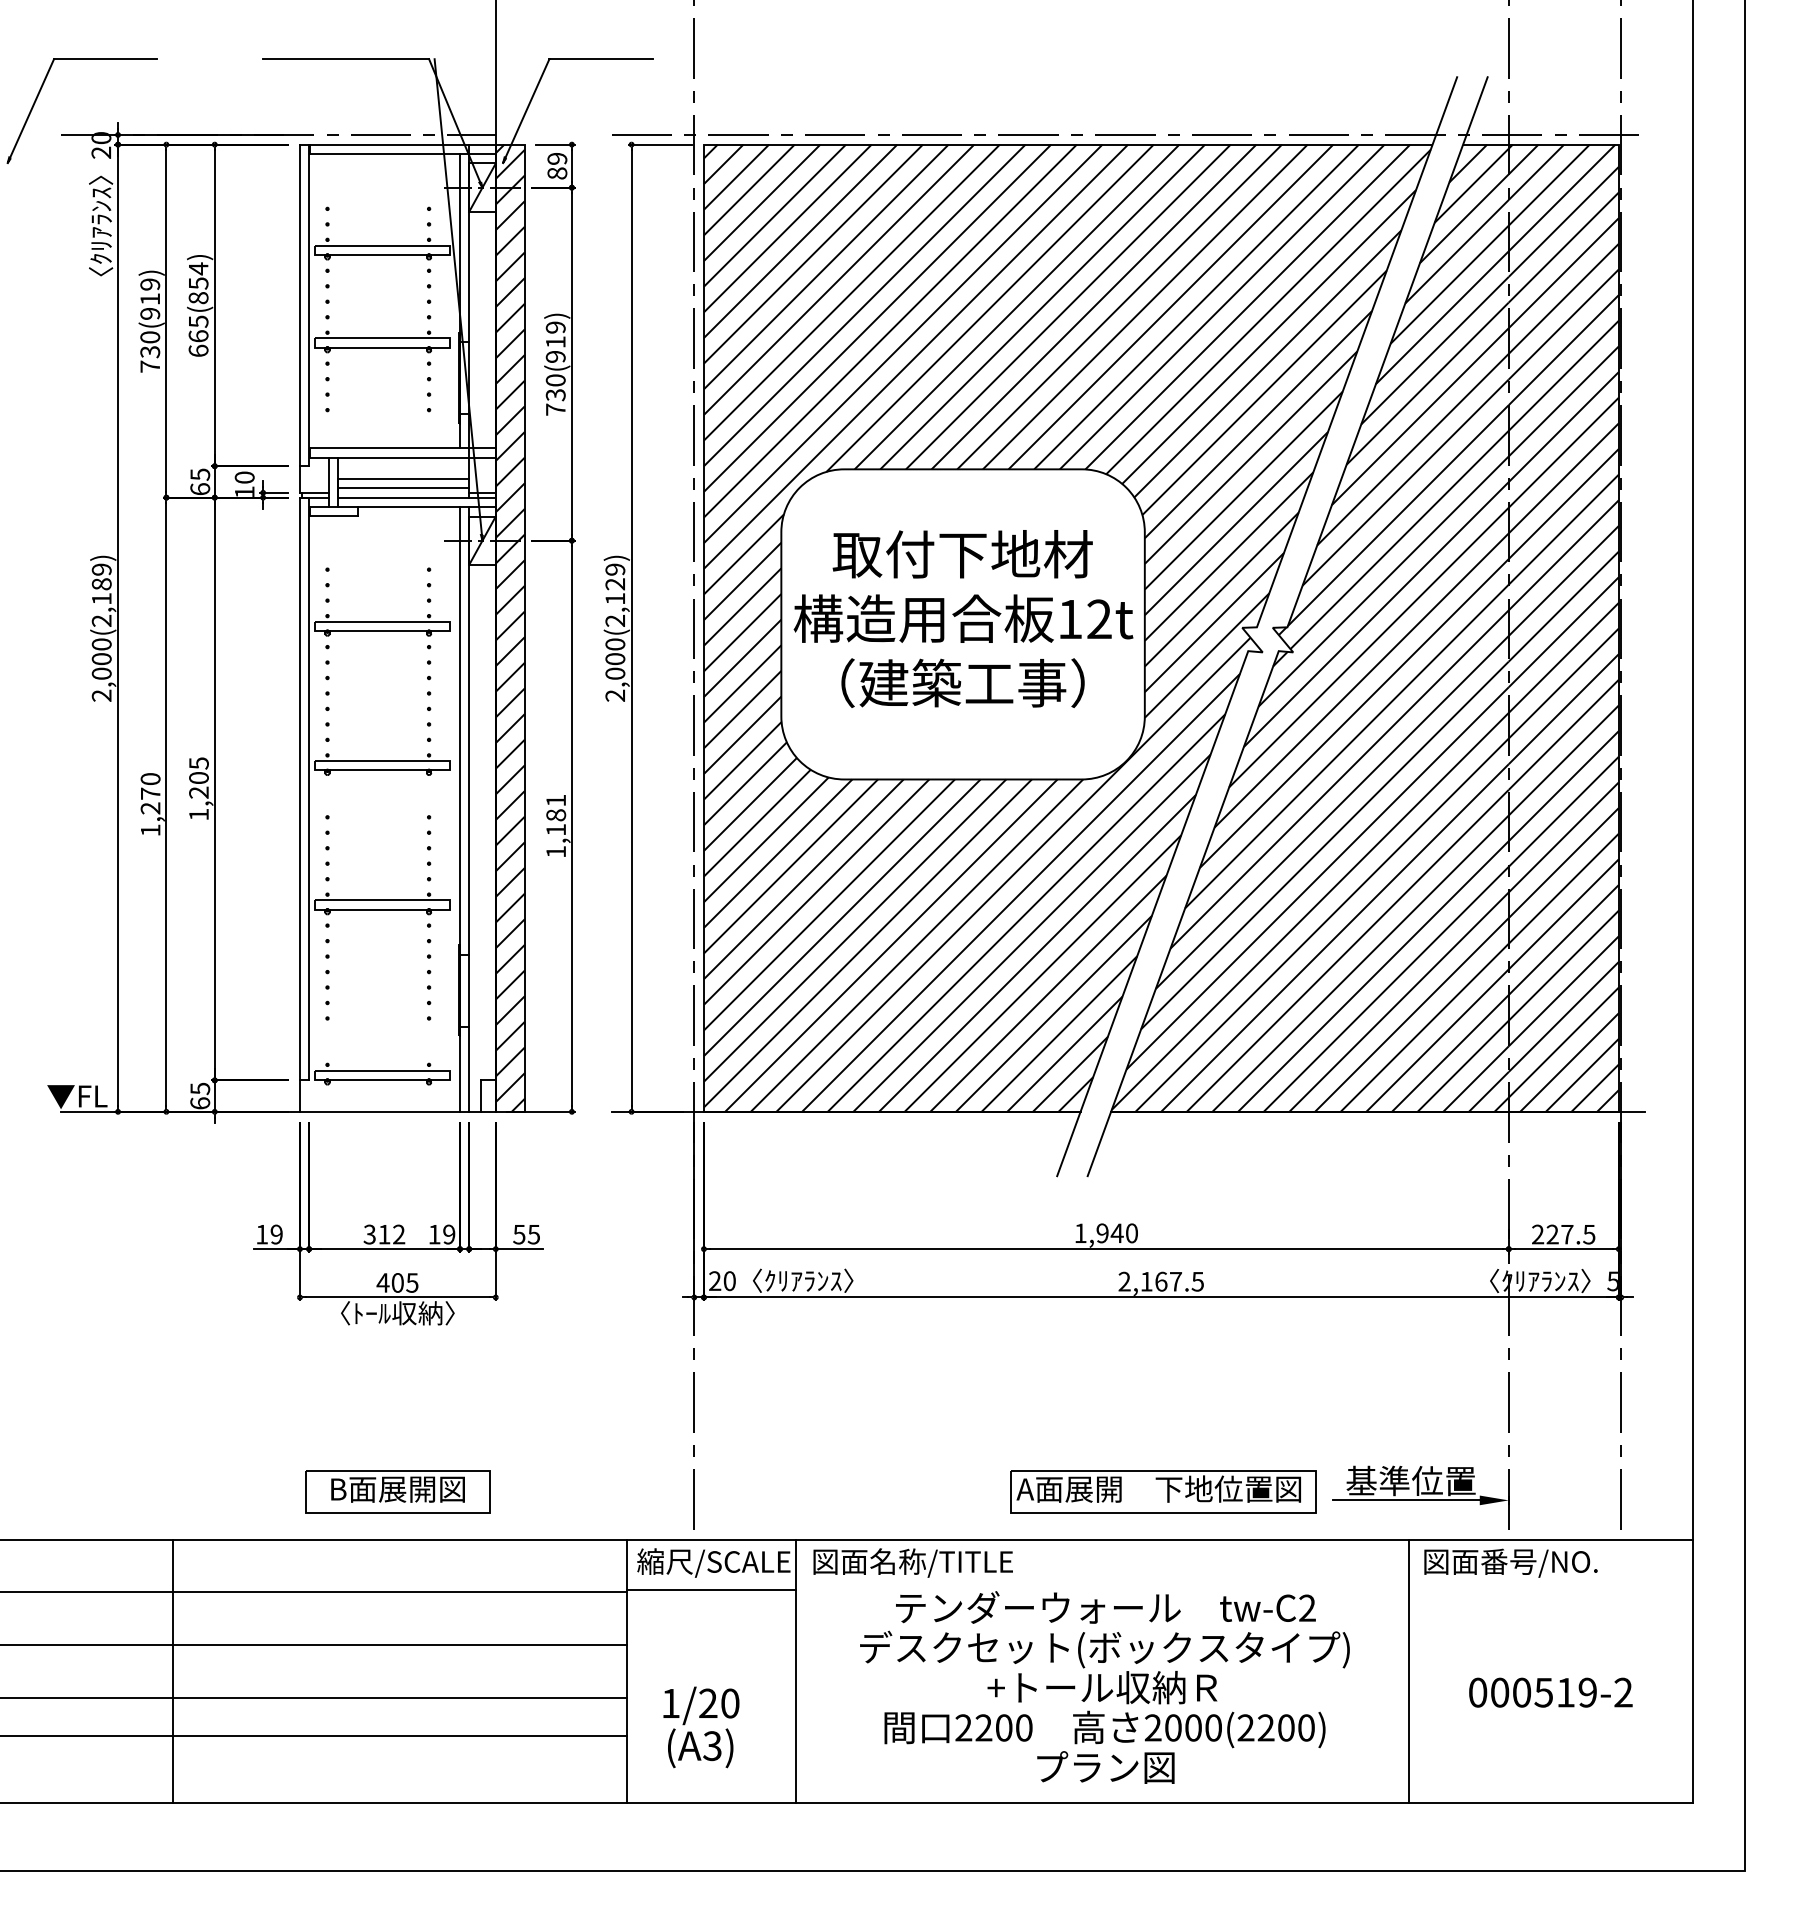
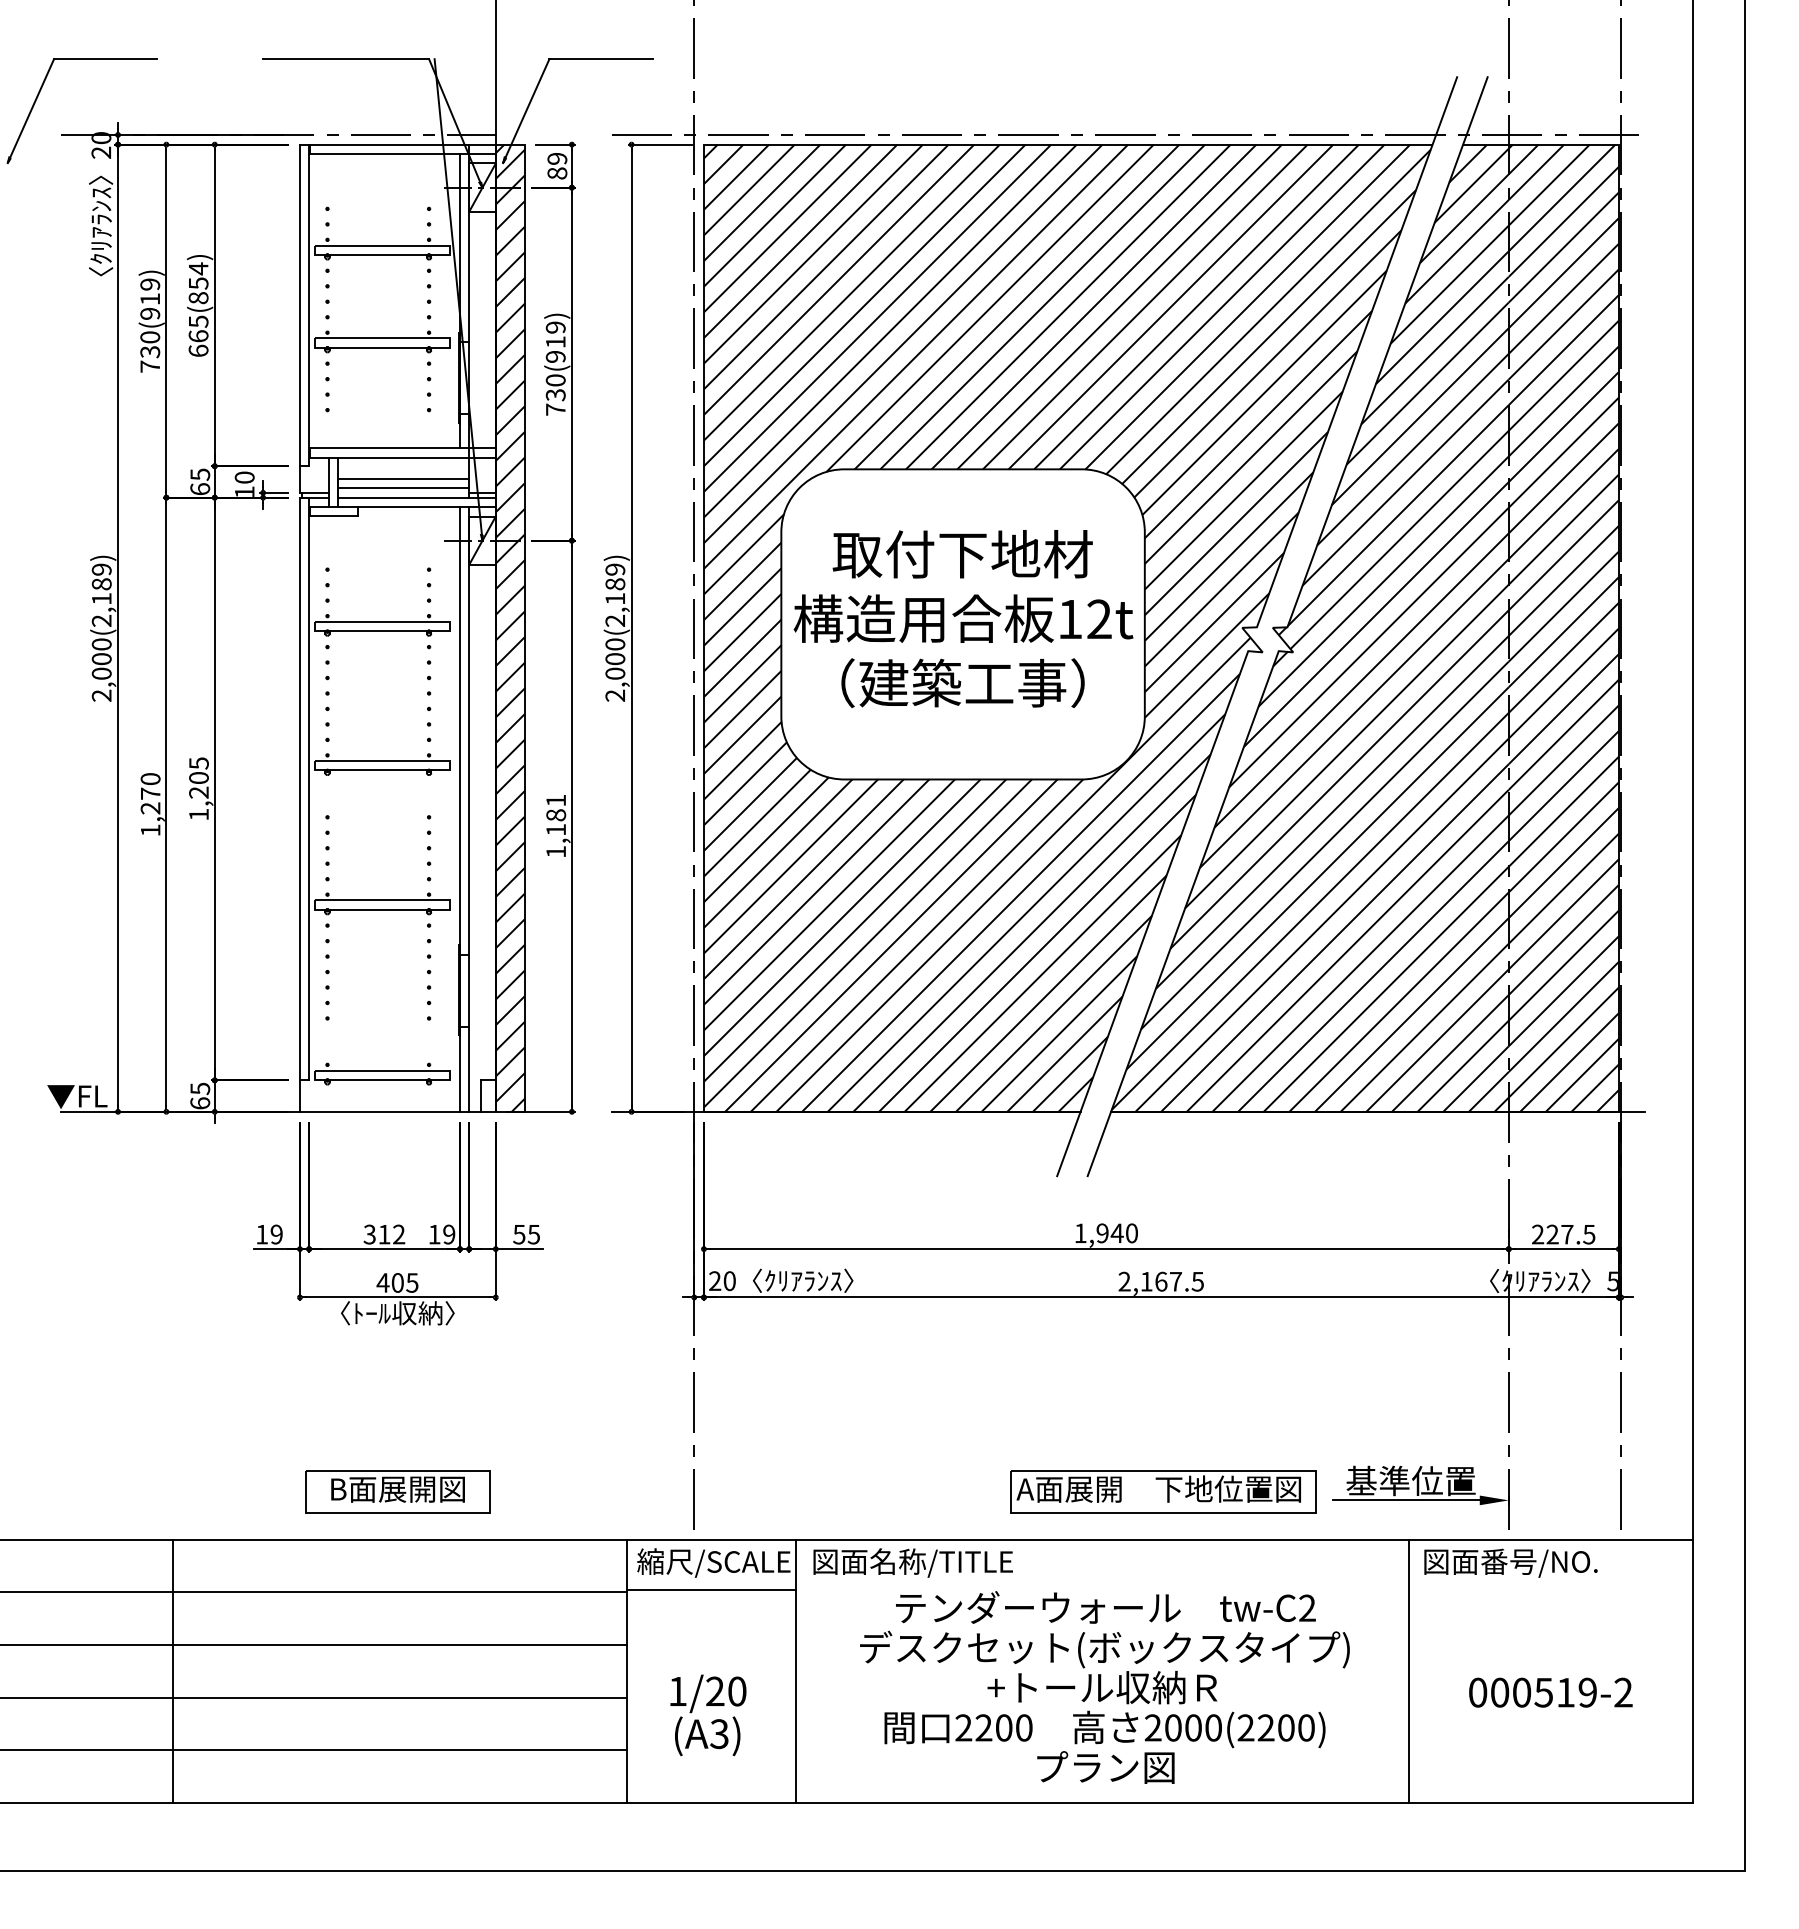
text at (615, 584): 2,000(2,129) -> 2,000(2,189)
text at (701, 1727) position: (701, 1727) -> (708, 1715)
line at (314, 1736) position: (314, 1736) -> (314, 1750)
